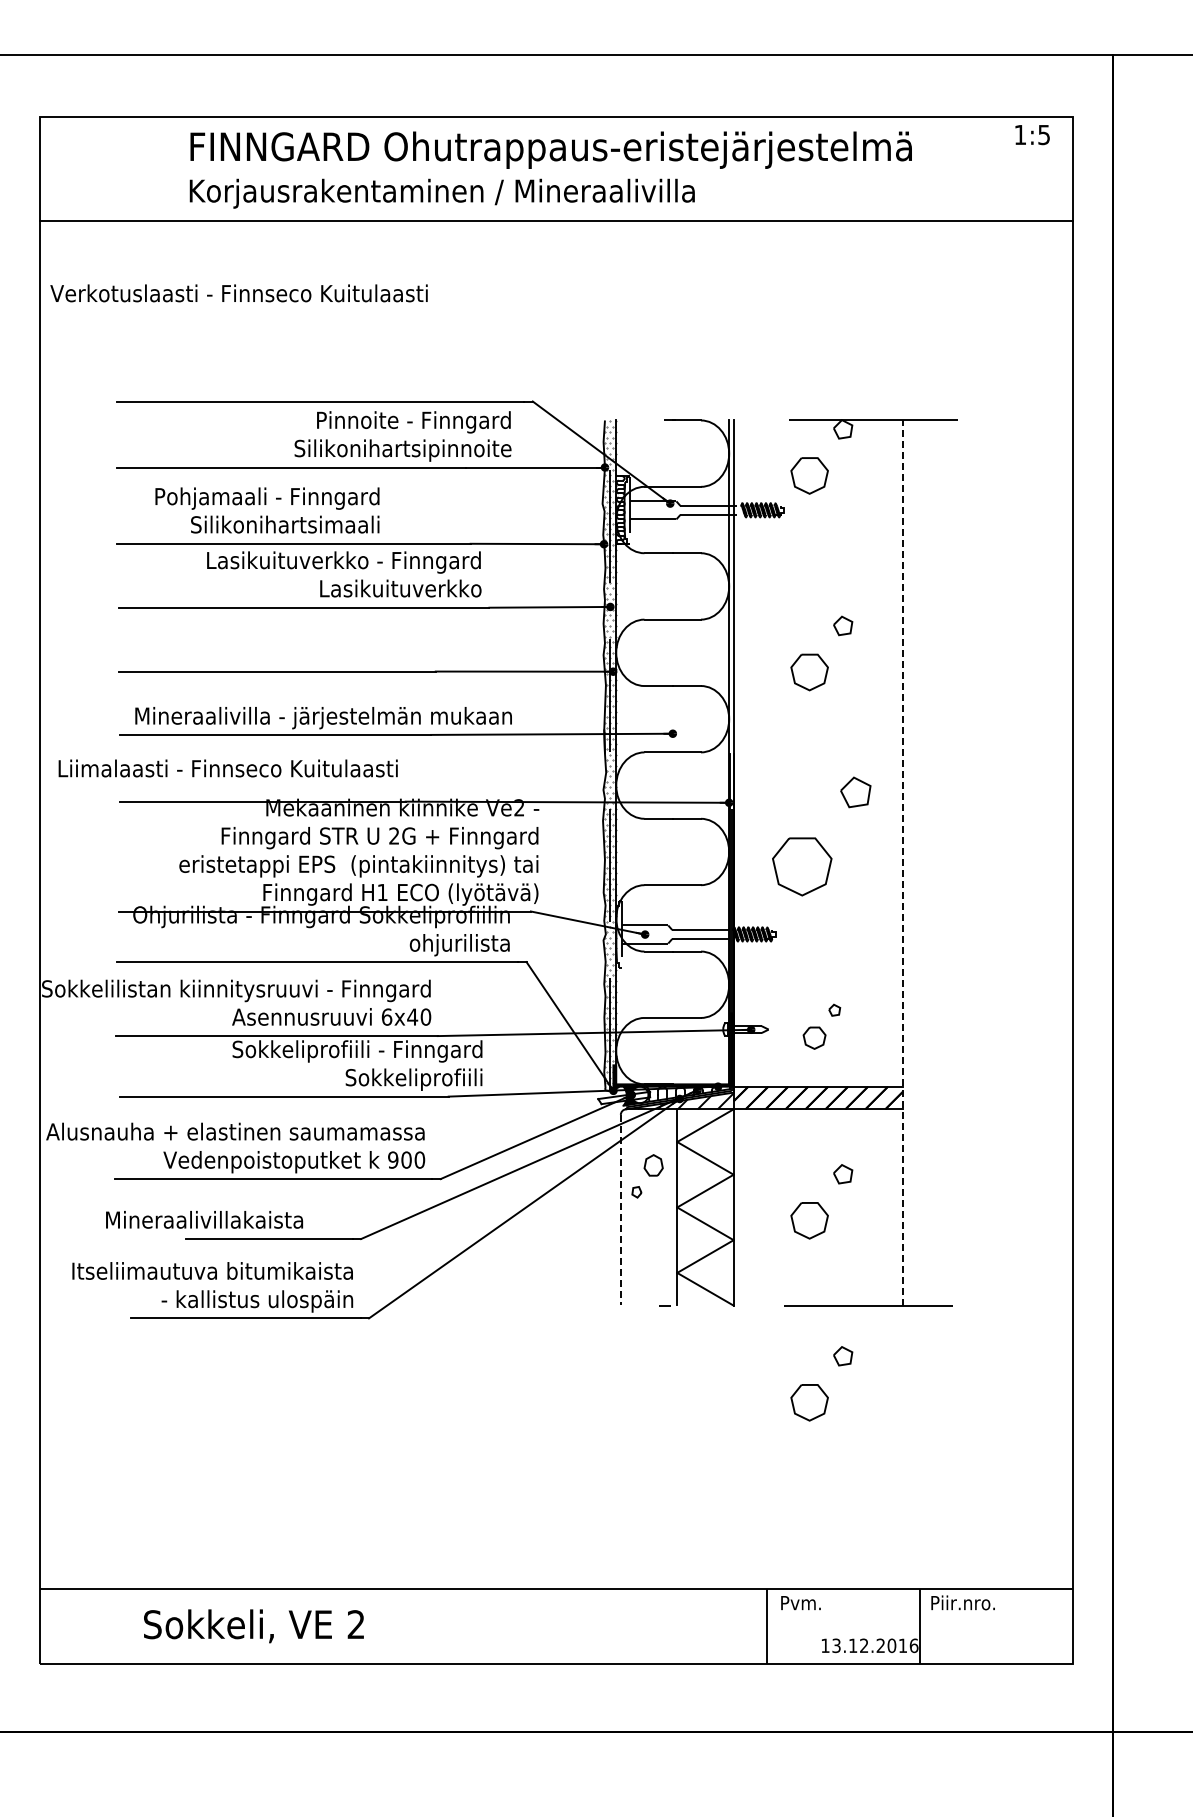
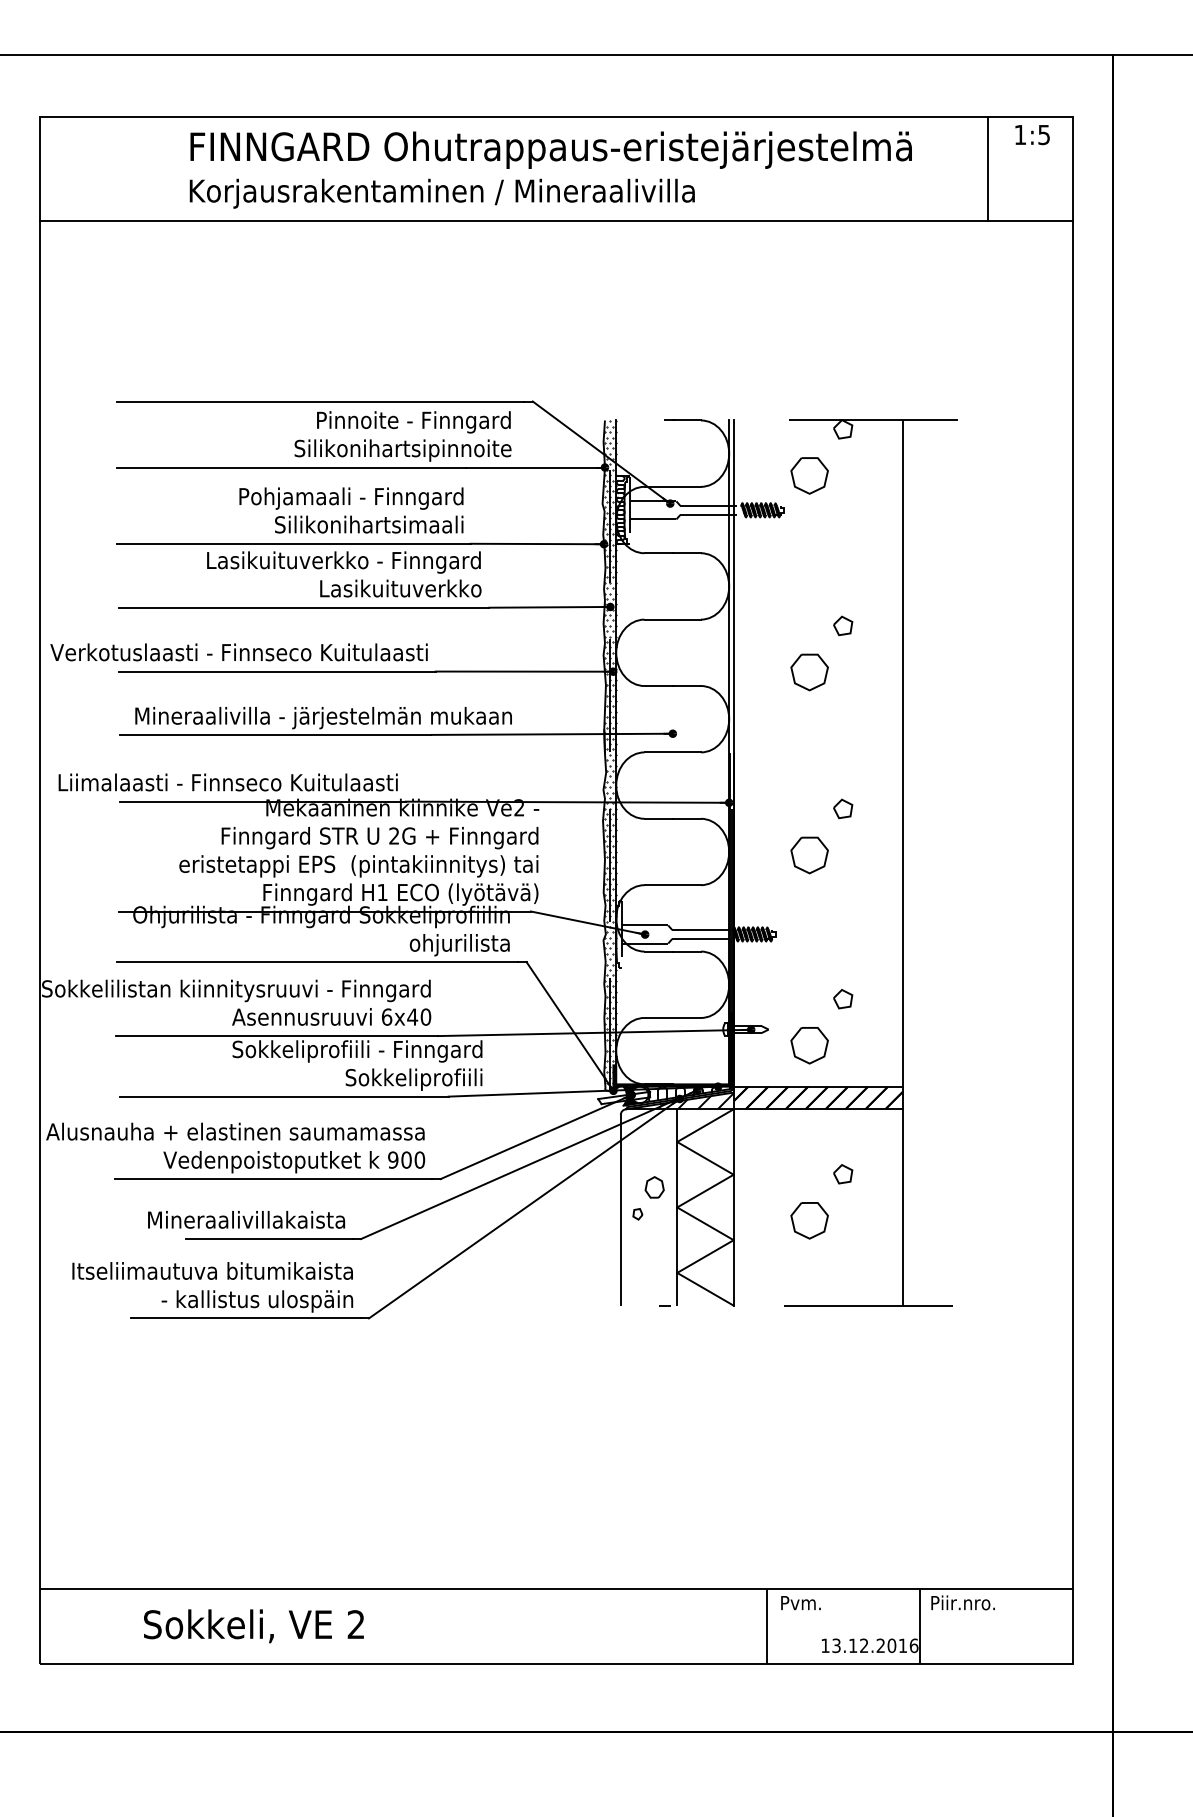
line at (987, 169): none -> present
text at (238, 293) position: (238, 293) -> (238, 652)
text at (267, 510) position: (267, 510) -> (351, 510)
hatch at (609, 754): none -> present
text at (227, 768) position: (227, 768) -> (227, 782)
part at (821, 836) size: 100x121 px -> 64x77 px
line at (903, 863): dashed -> solid
part at (821, 1026) size: 40x47 px -> 64x76 px
part at (647, 1176) position: (647, 1176) -> (648, 1198)
line at (620, 1210): dashed -> solid
text at (204, 1219) position: (204, 1219) -> (246, 1219)
part at (821, 1383): present -> none
